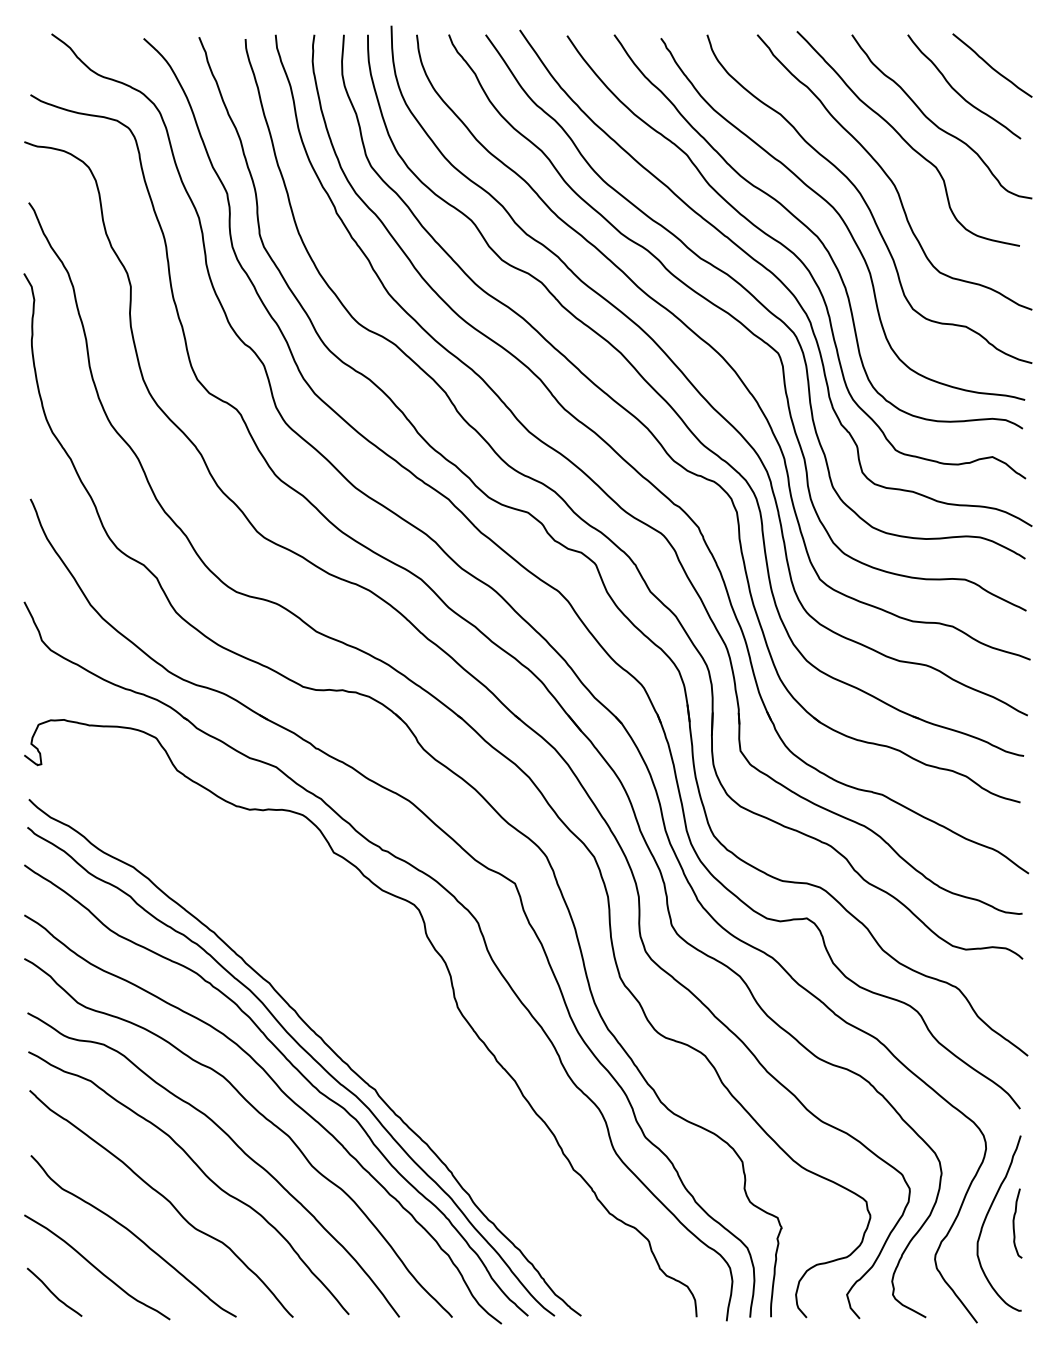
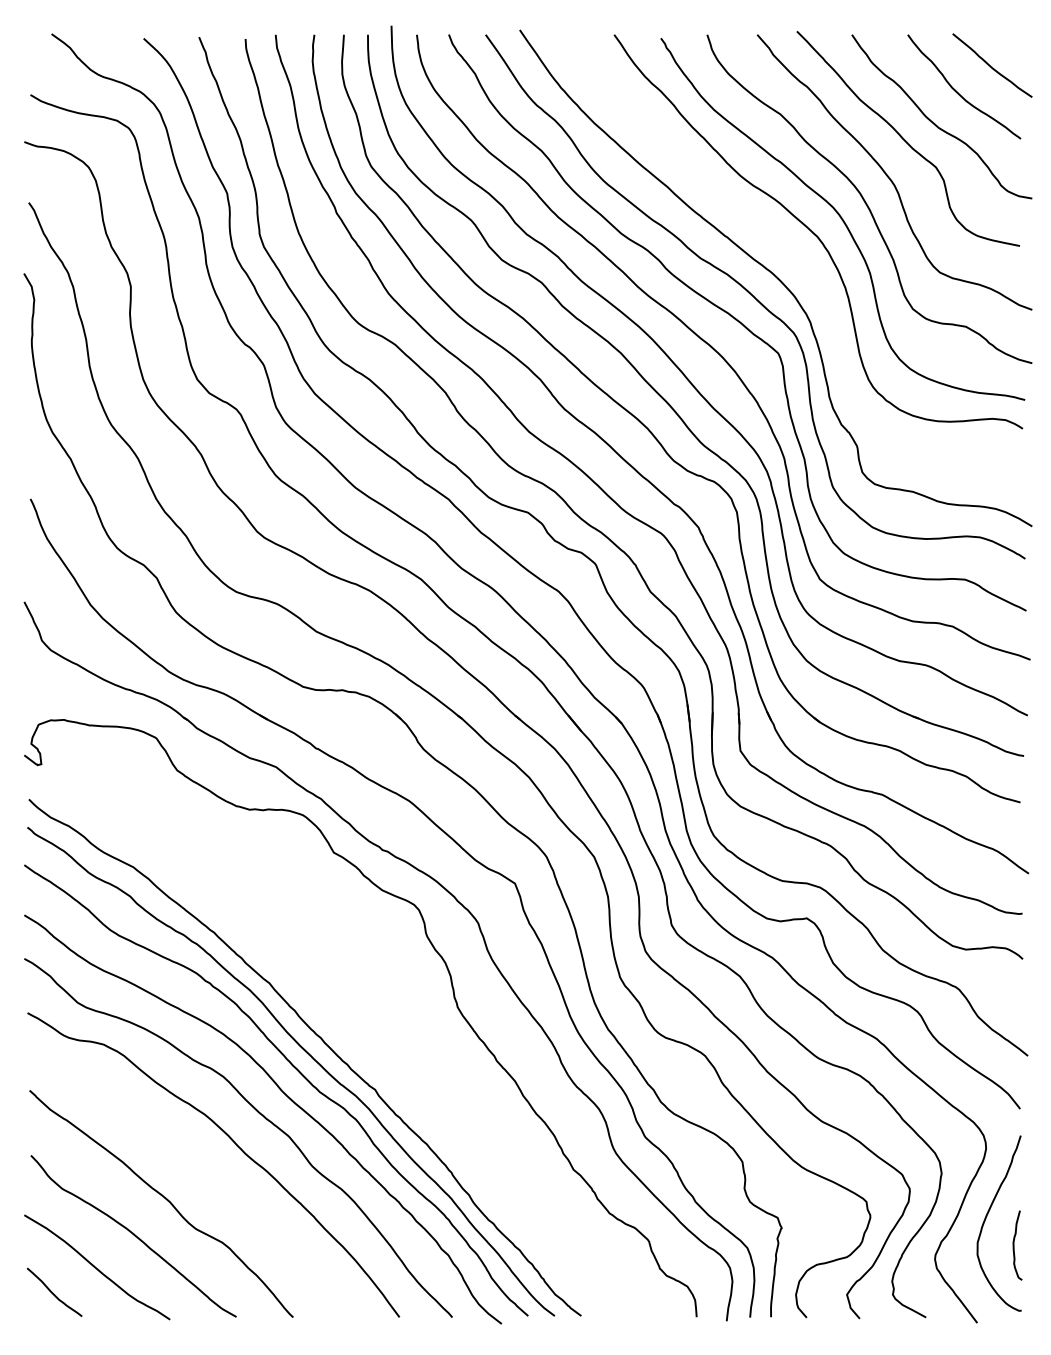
curve at (796, 257): present -> none
curve at (203, 1174): present -> none
curve at (1014, 1223) position: (1014, 1223) -> (1014, 1245)
